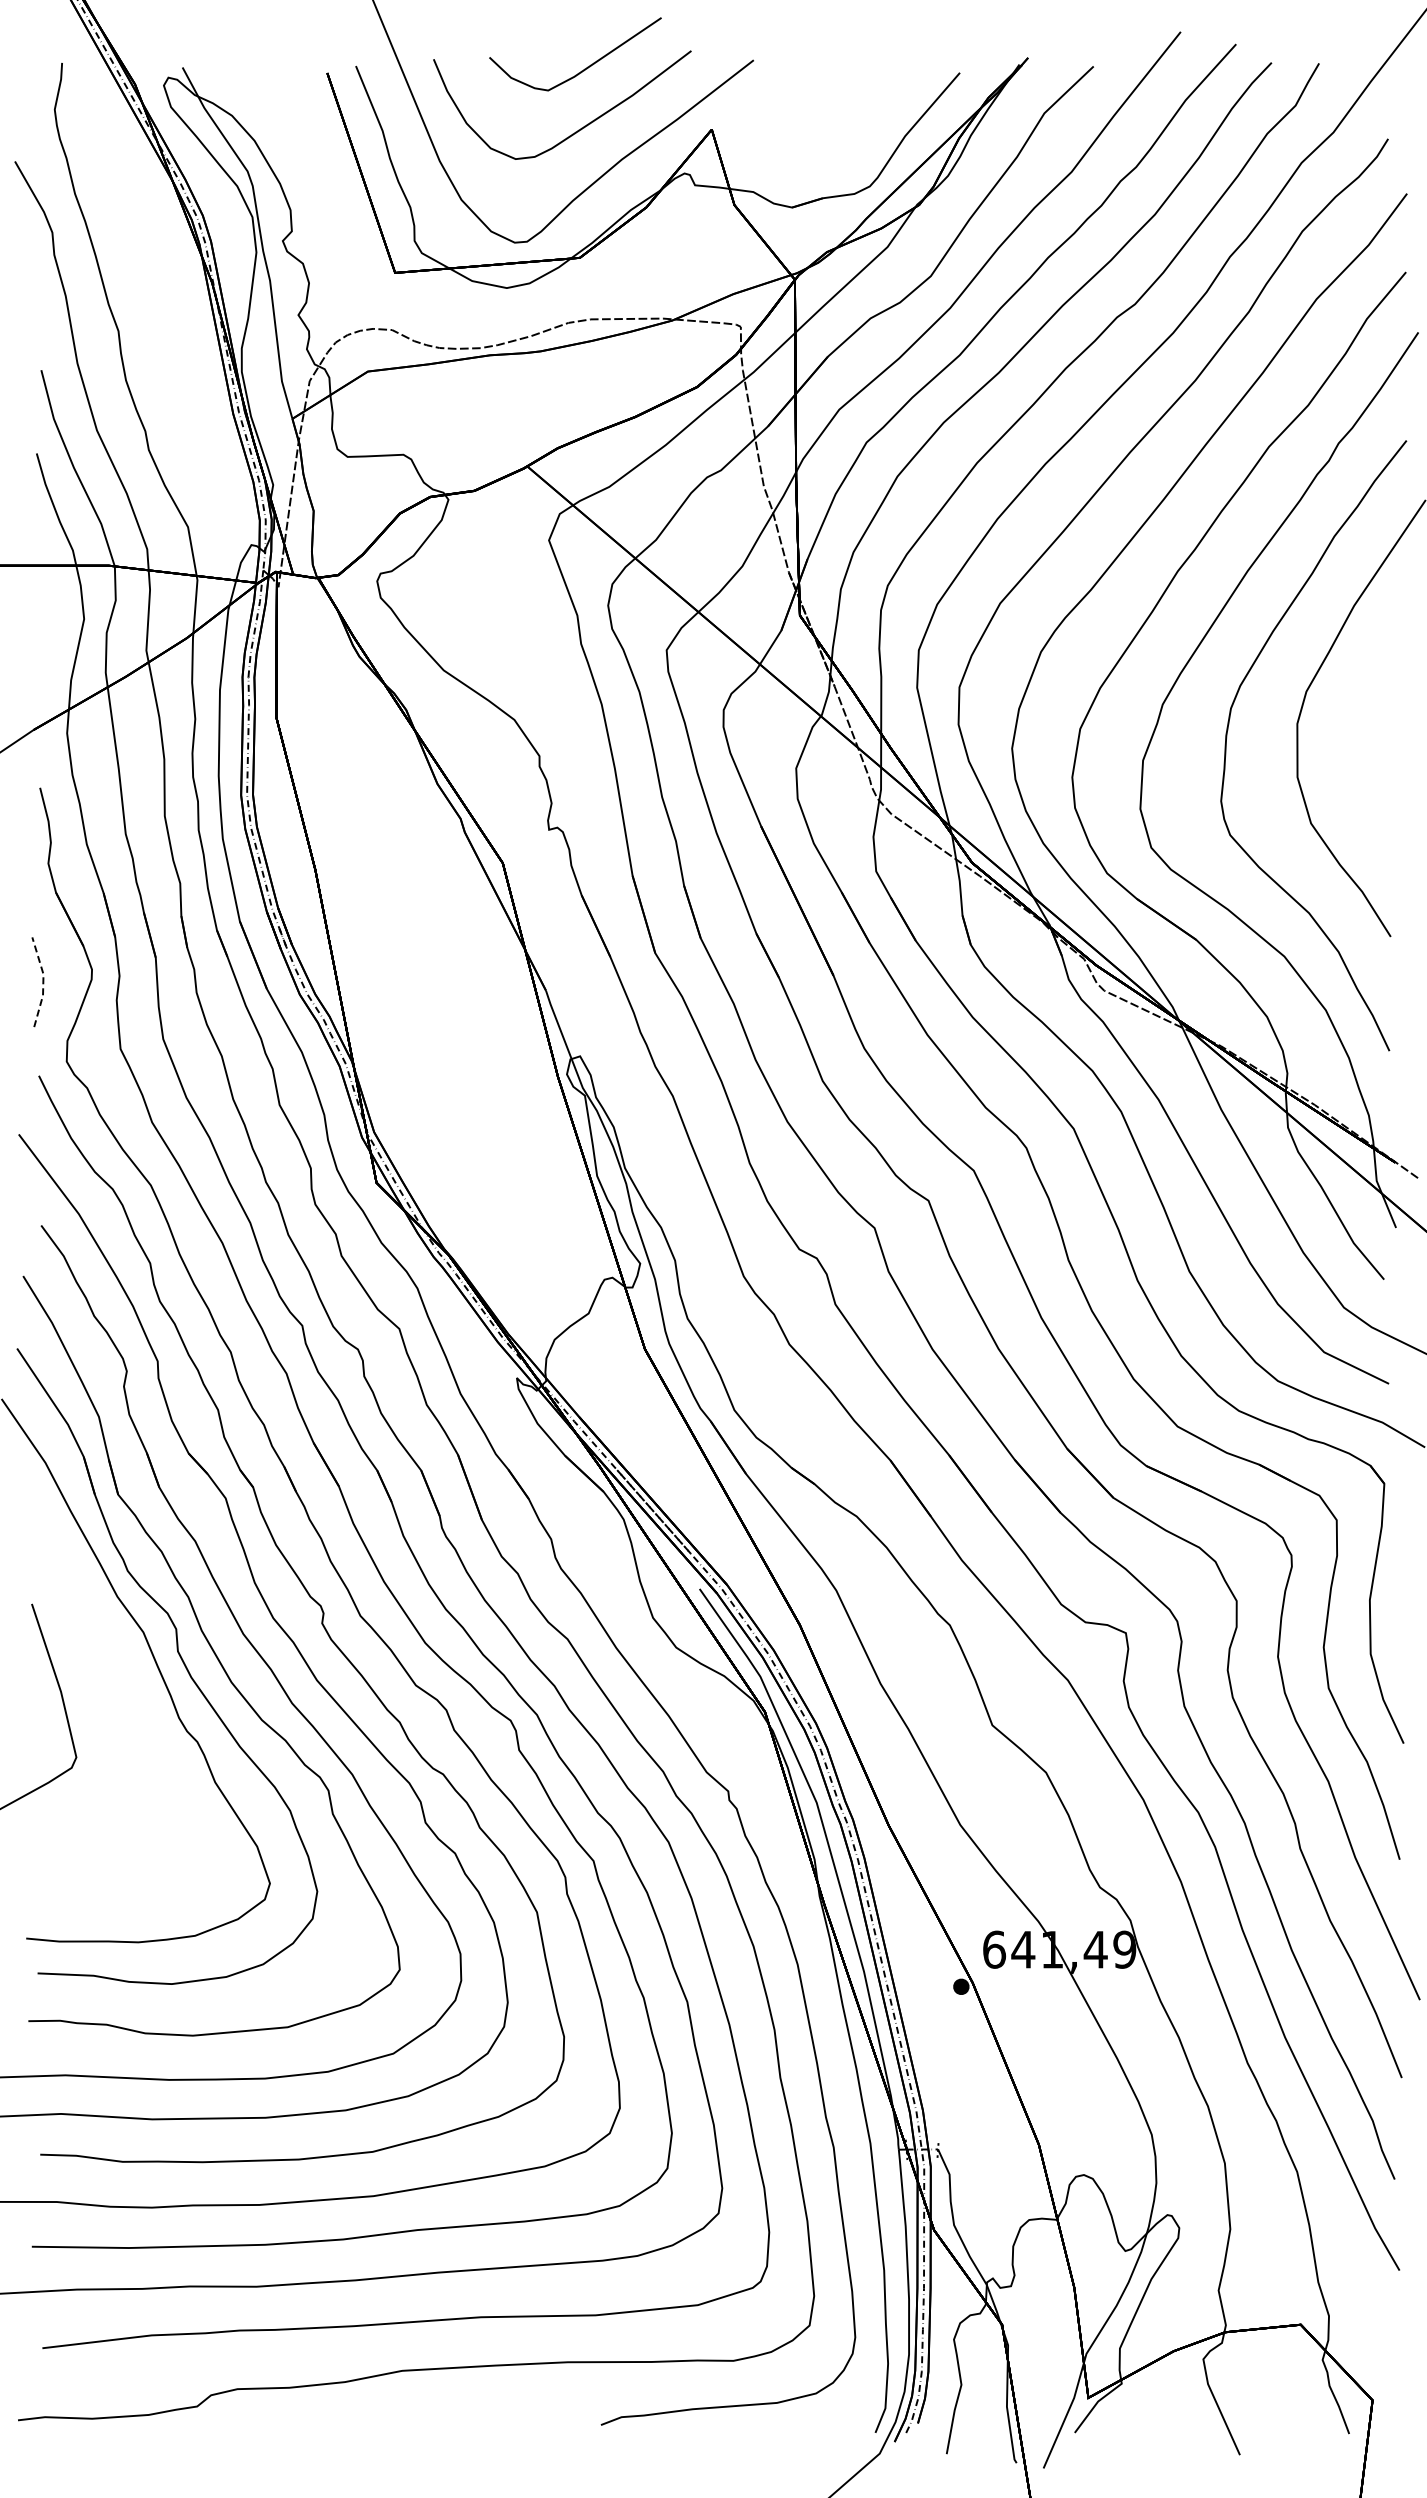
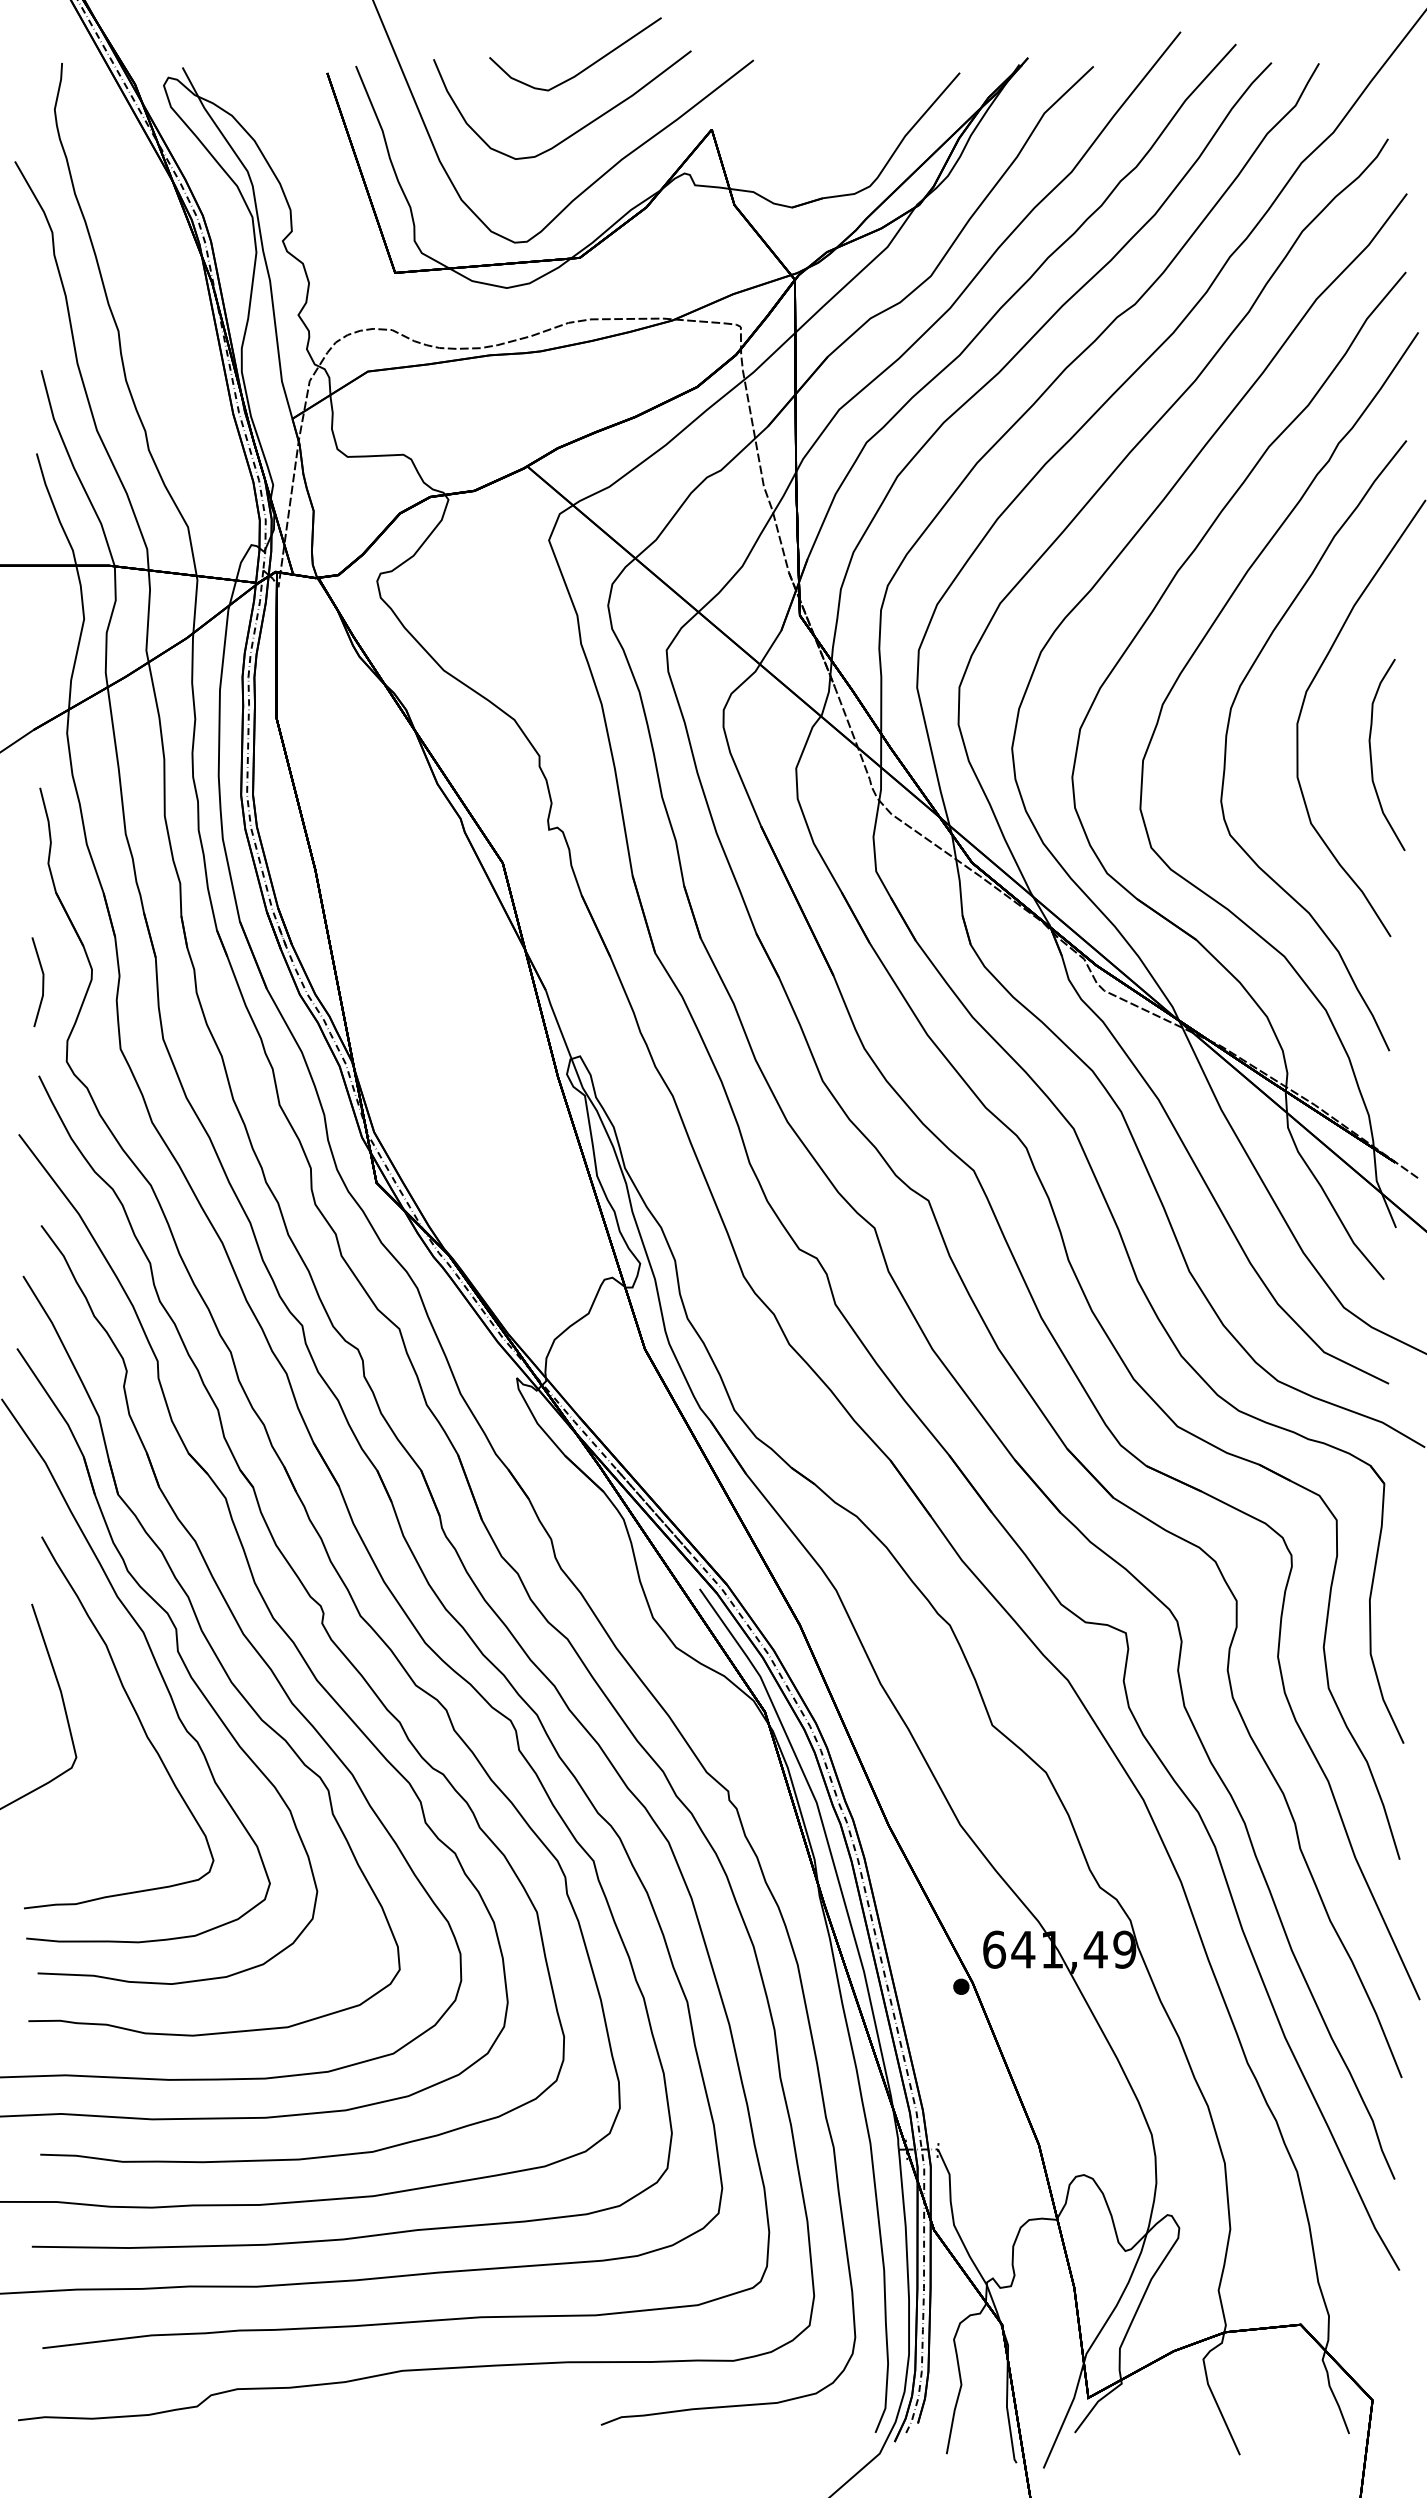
curve at (1371, 754): none -> present
line at (43, 982): dashed -> solid
curve at (135, 1713): none -> present
